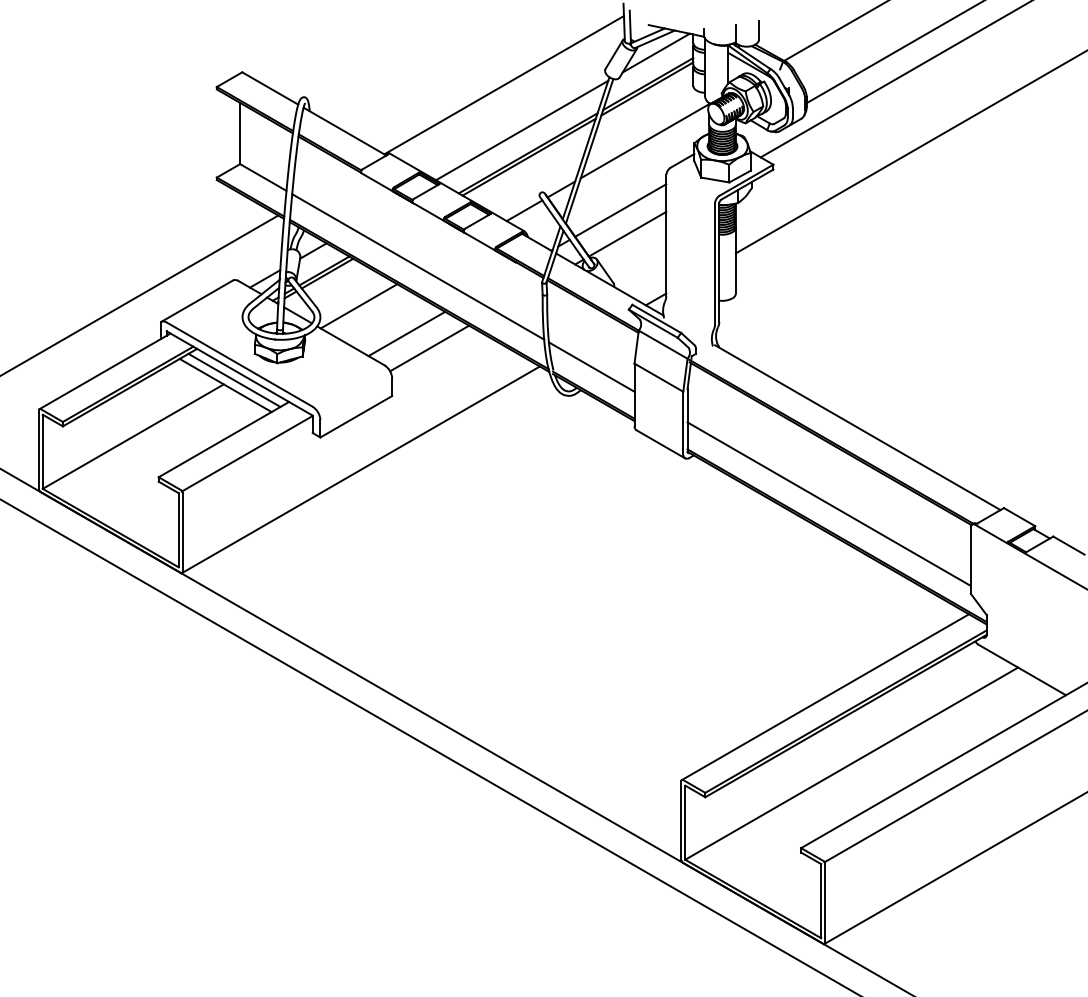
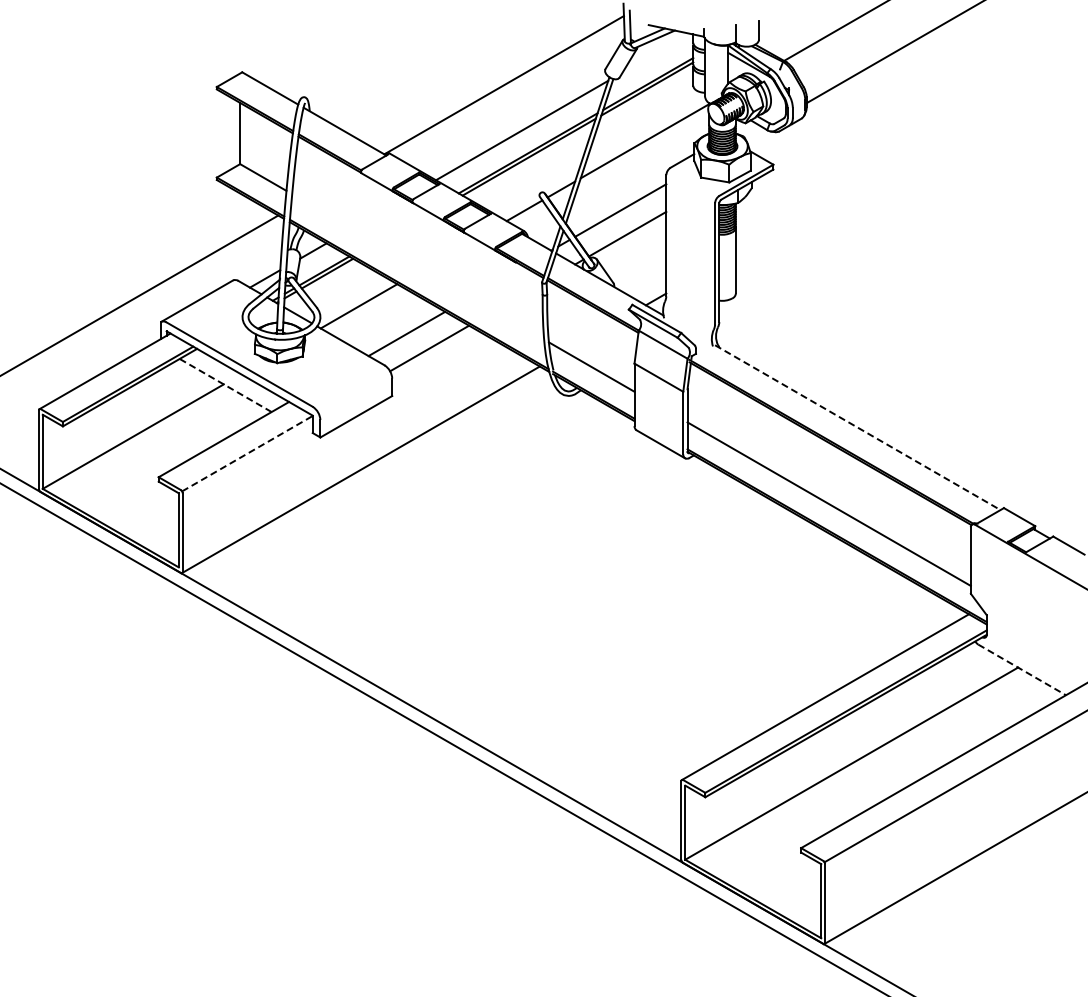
line at (655, 52): present -> none
line at (894, 79): present -> none
line at (909, 152): present -> none
line at (418, 266): present -> none
line at (234, 379): present -> none
line at (225, 385): solid -> dashed
line at (857, 427): solid -> dashed
line at (247, 453): solid -> dashed
line at (1022, 669): solid -> dashed
line at (429, 746) position: (429, 746) -> (443, 738)
